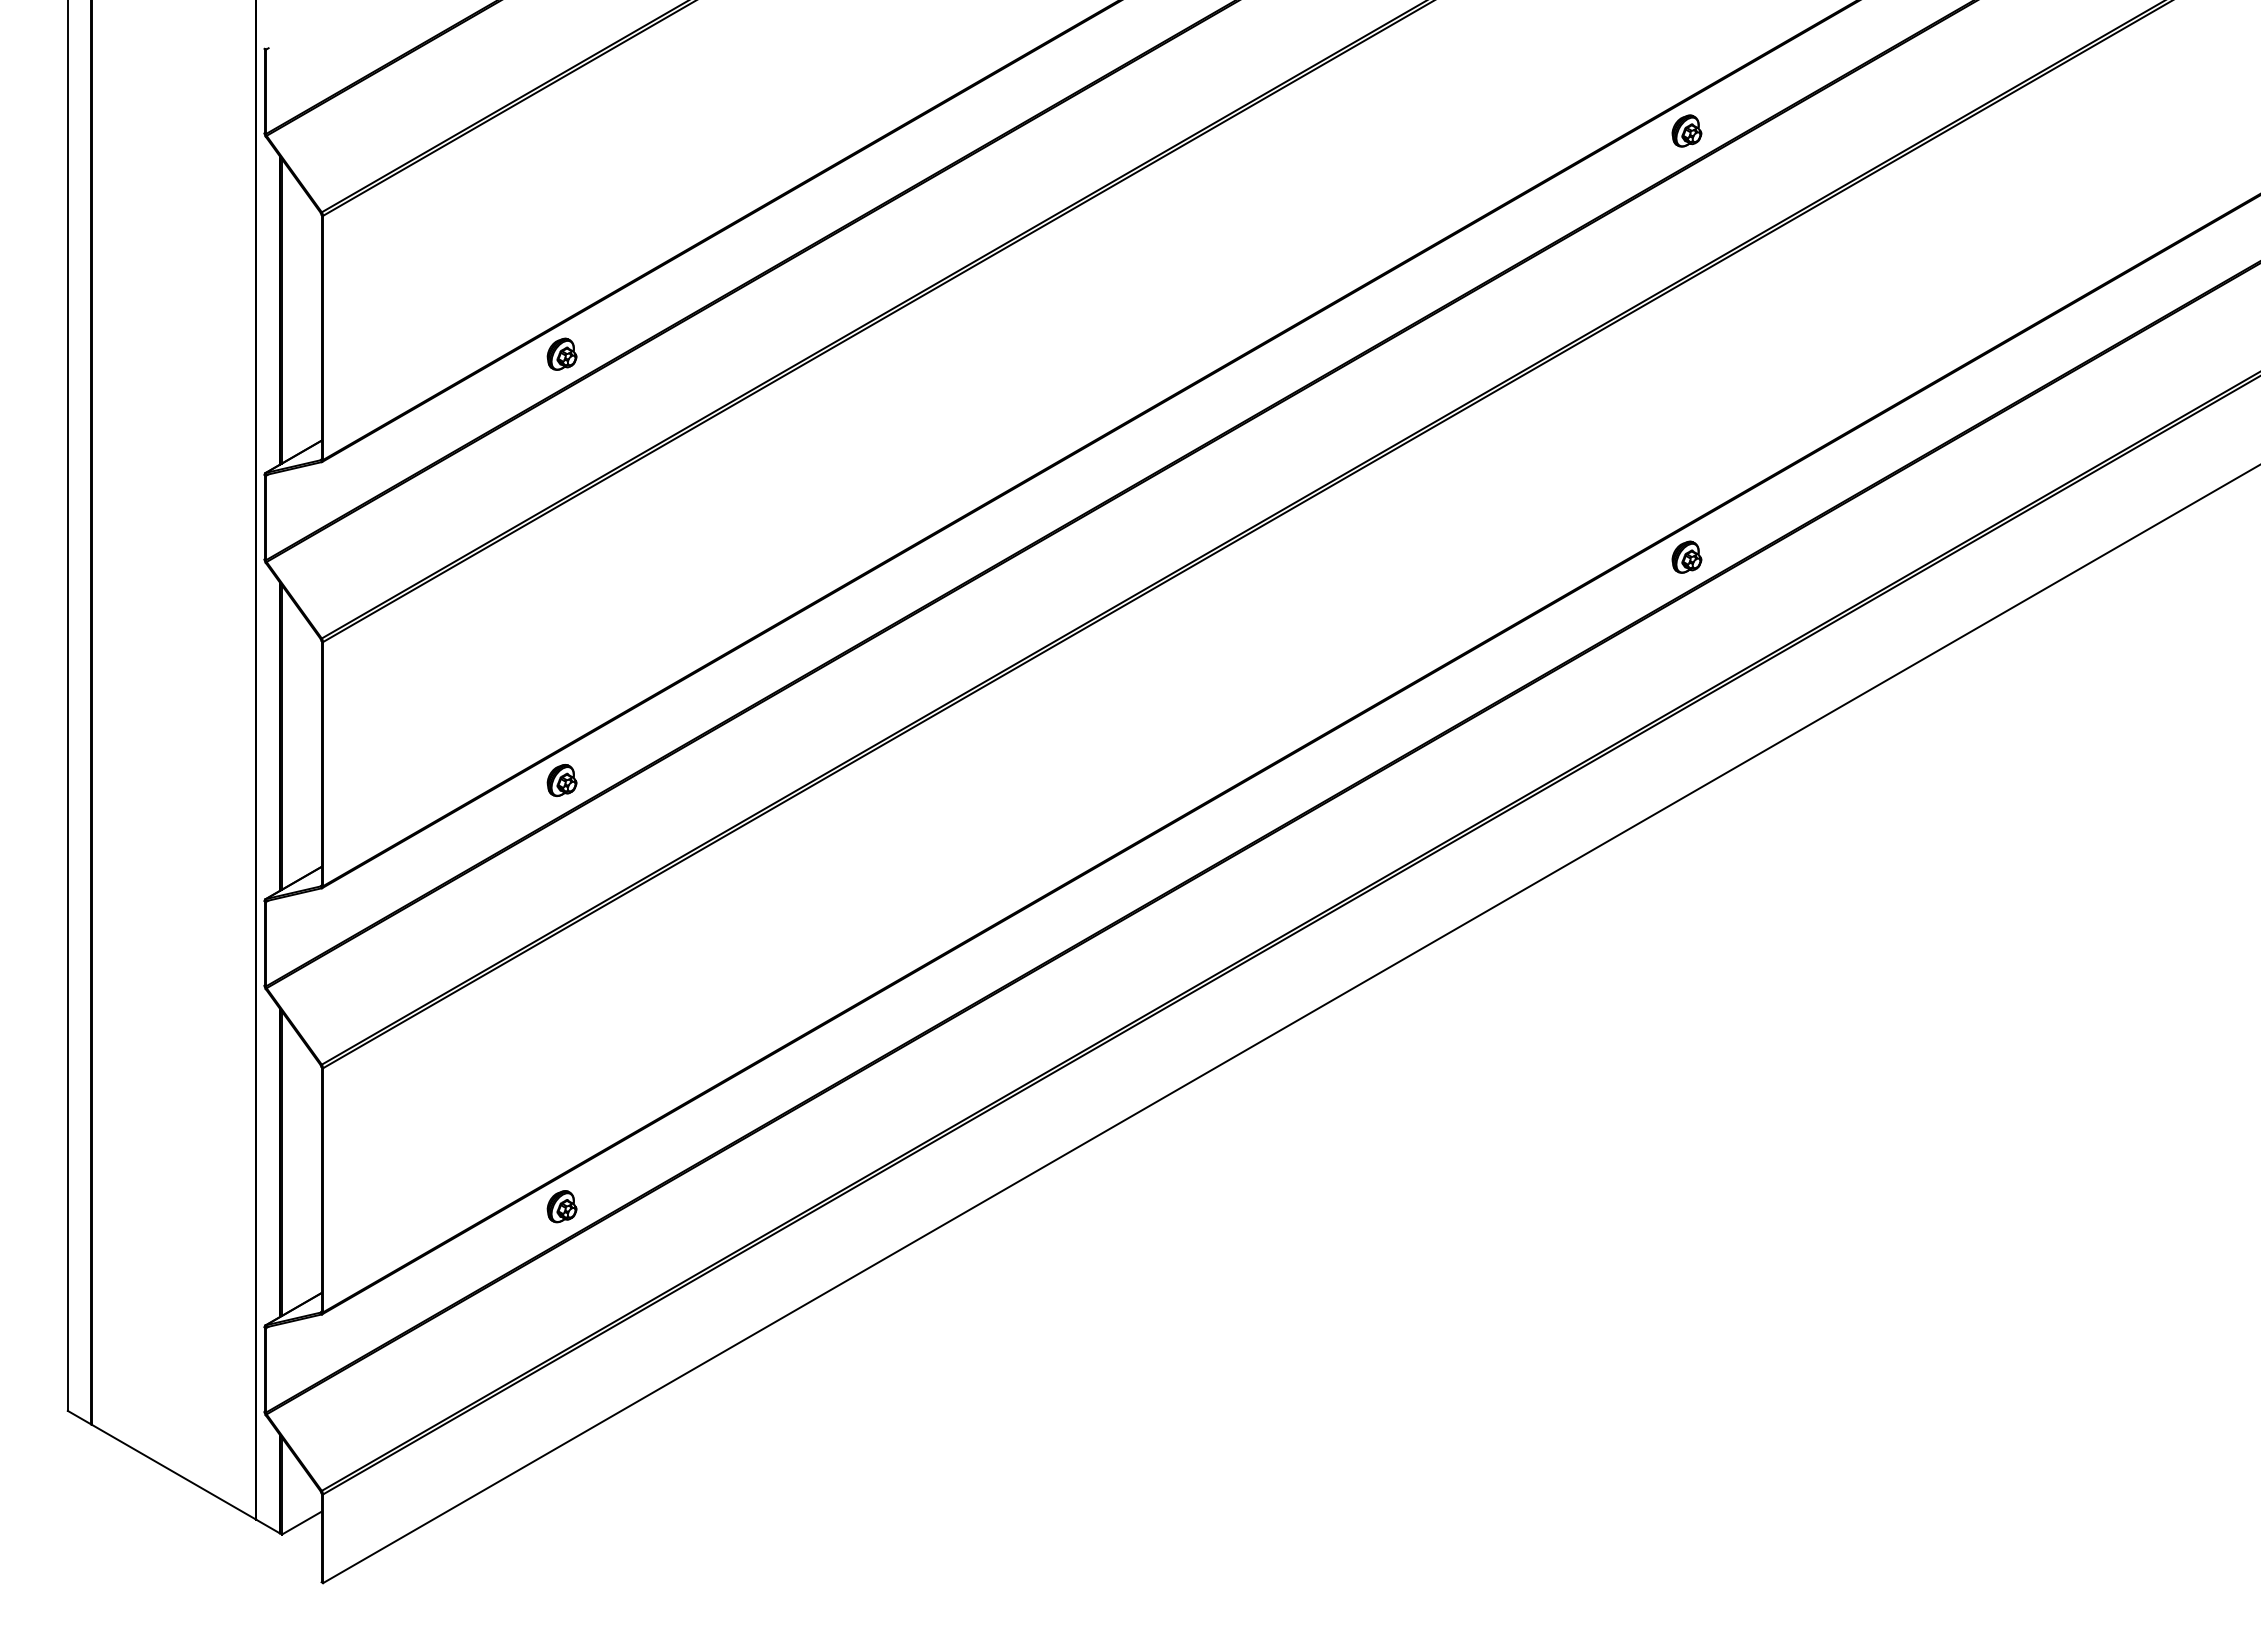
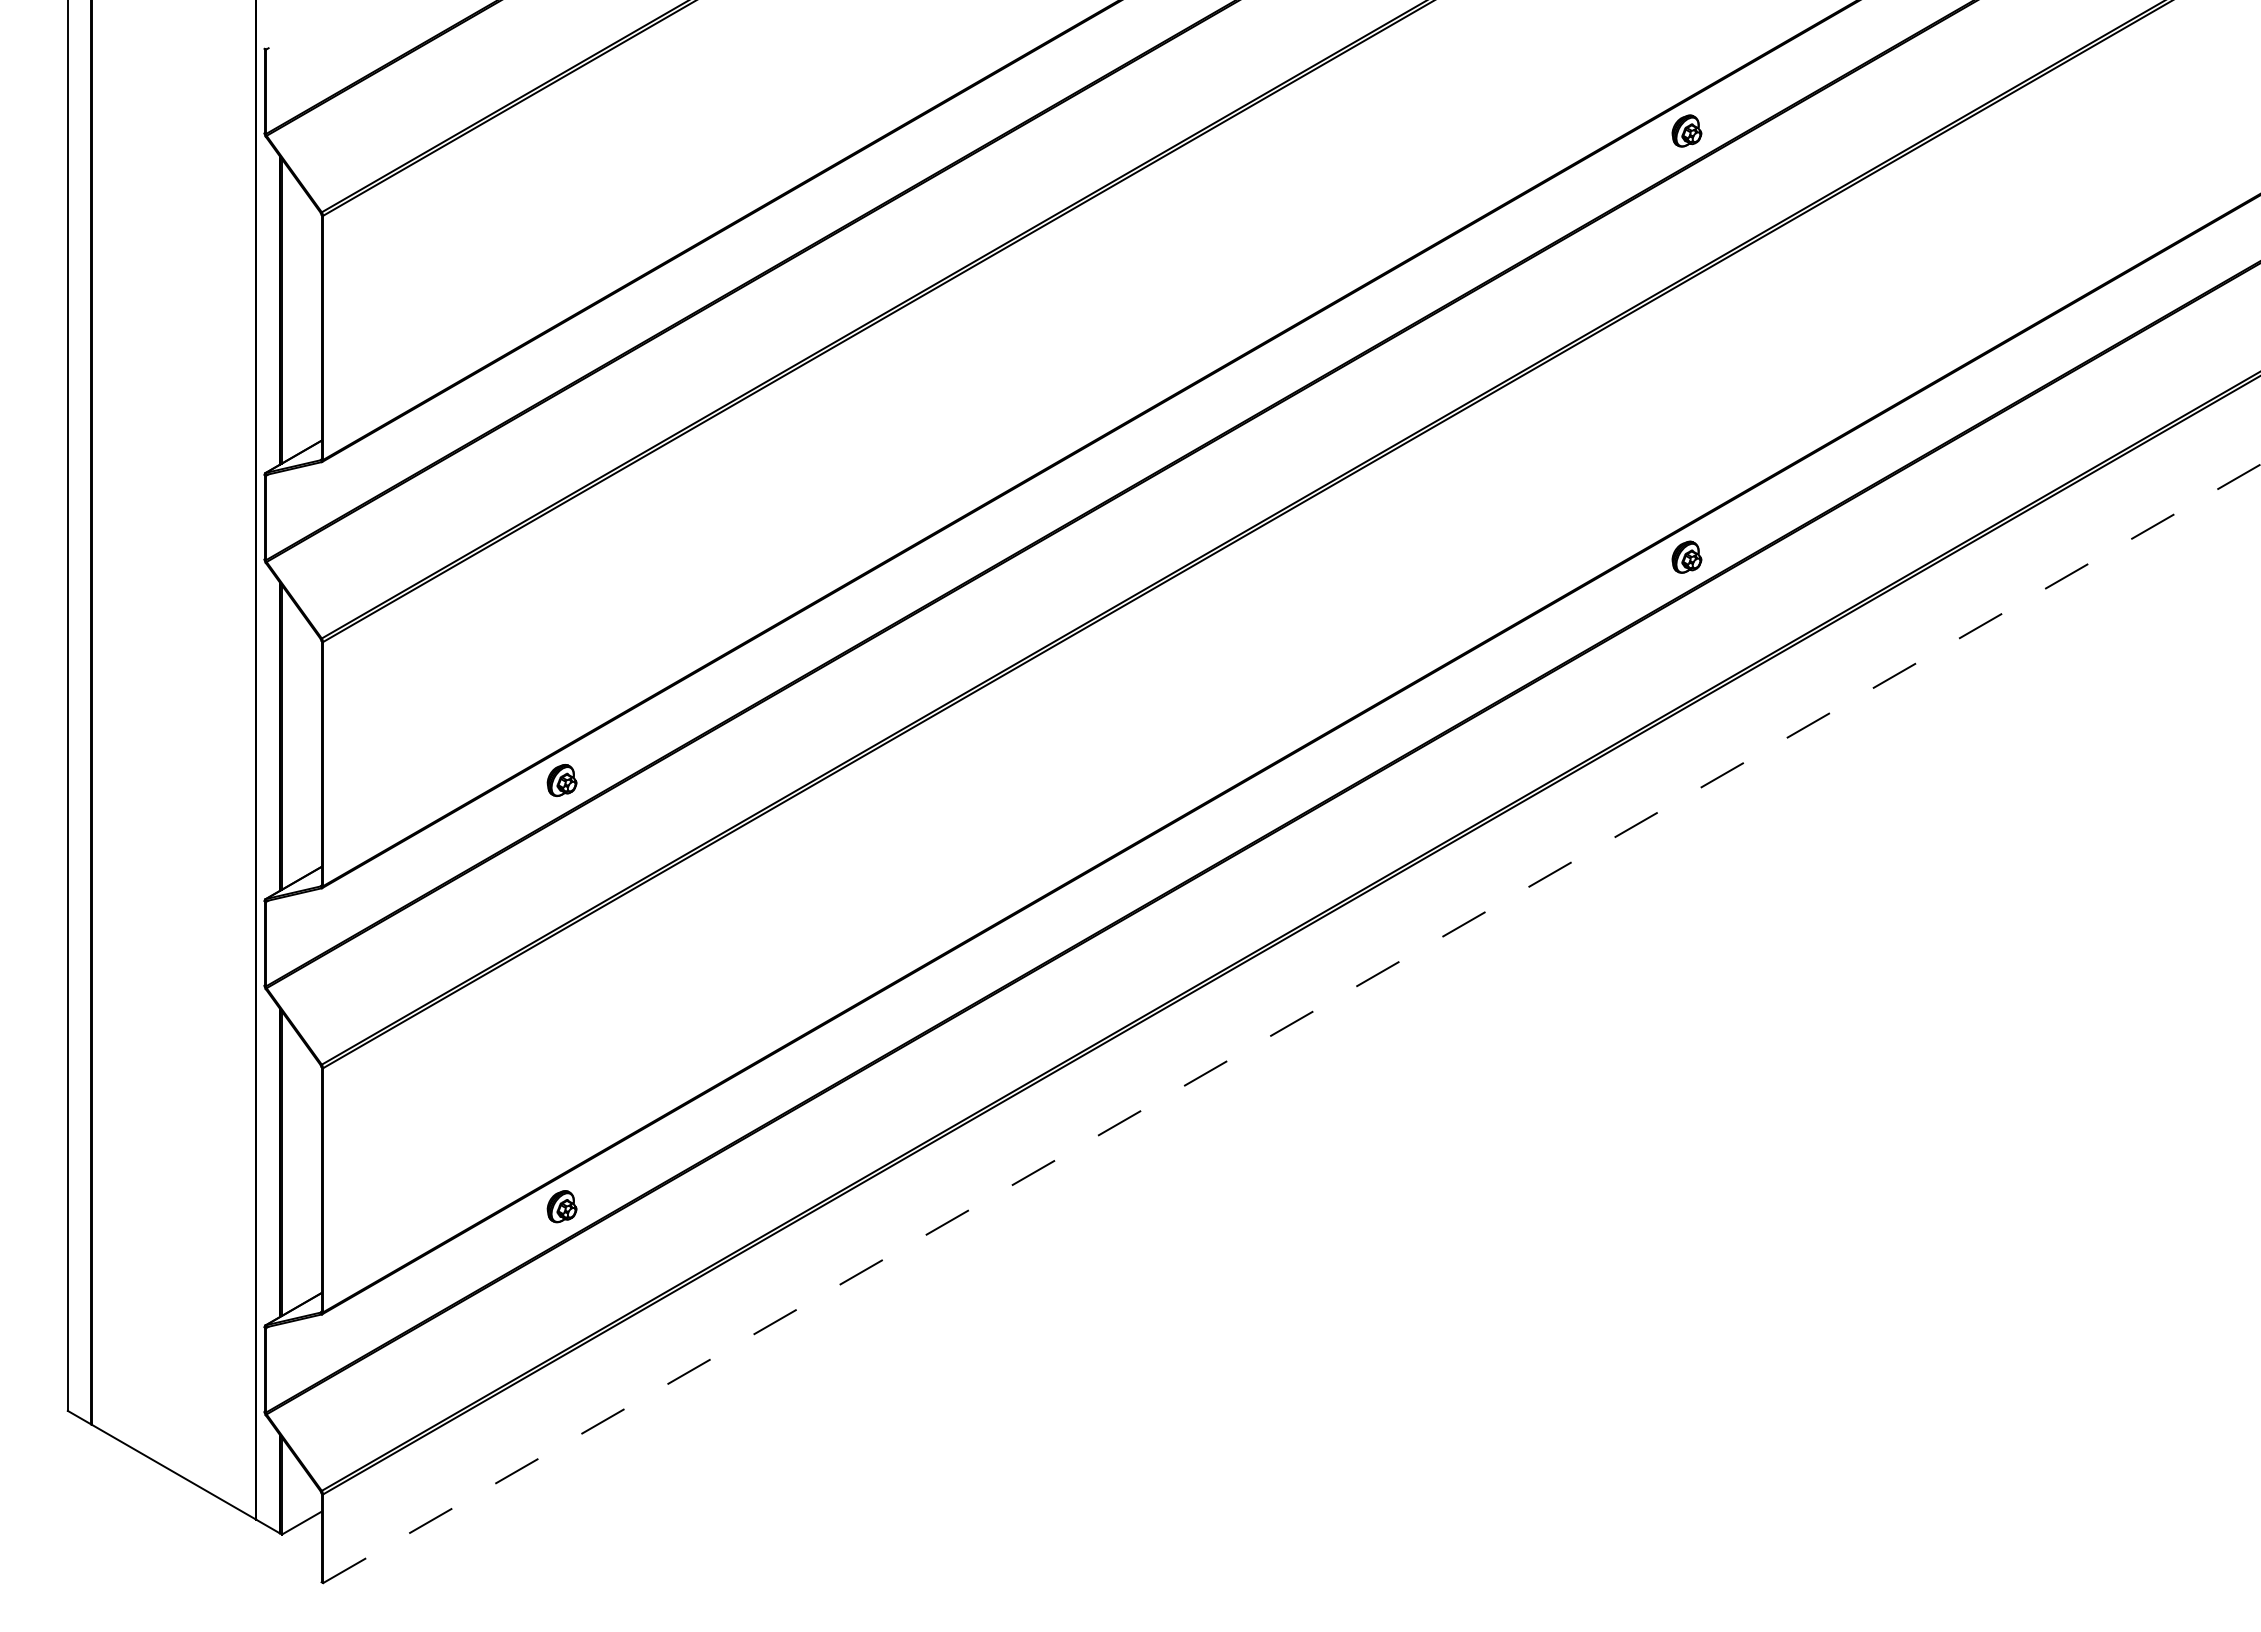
part at (561, 353): present -> none
line at (1292, 1023): solid -> dashed
